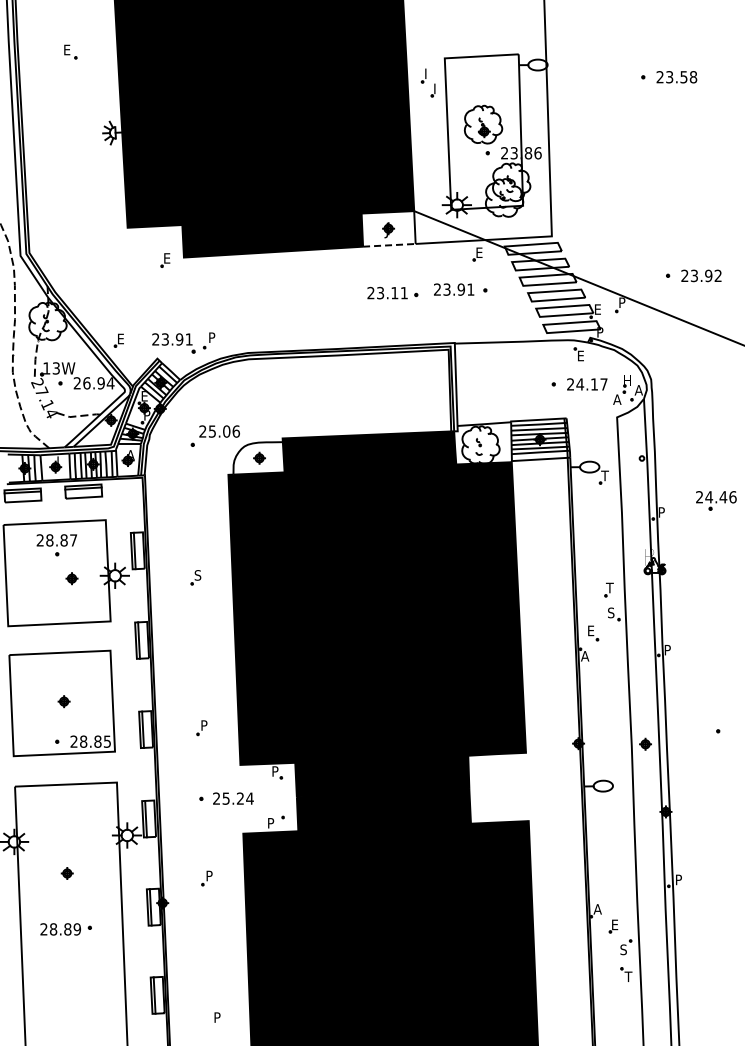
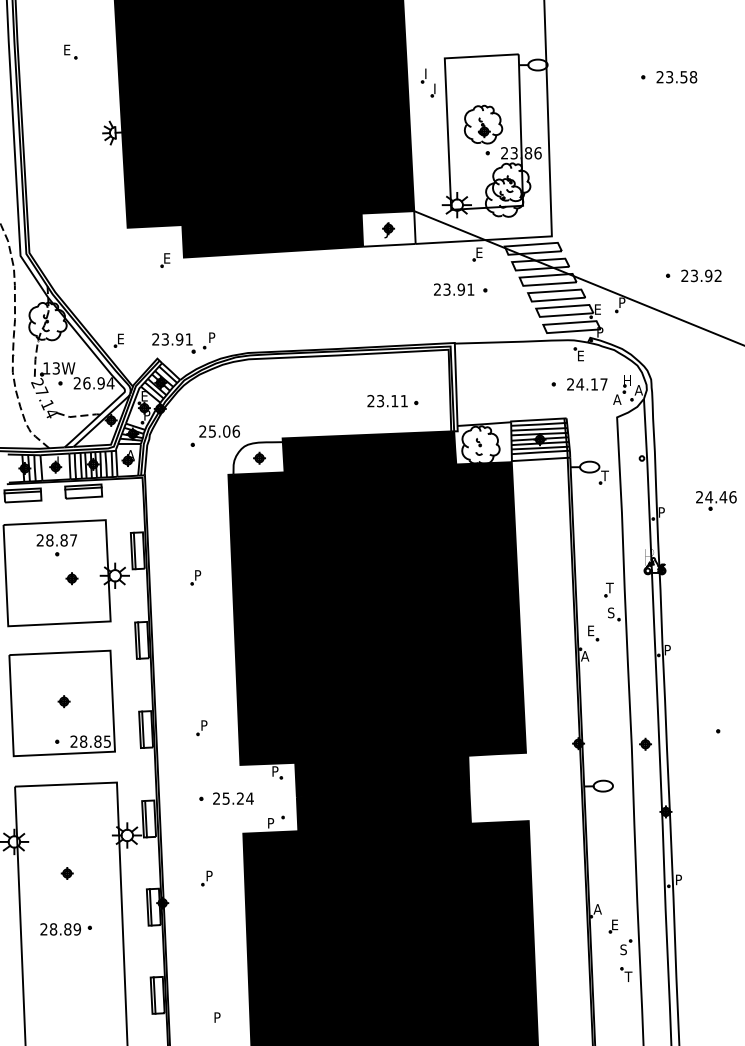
line at (389, 245): dashed -> solid
part at (392, 292) position: (392, 292) -> (392, 400)
text at (197, 575): S -> P
